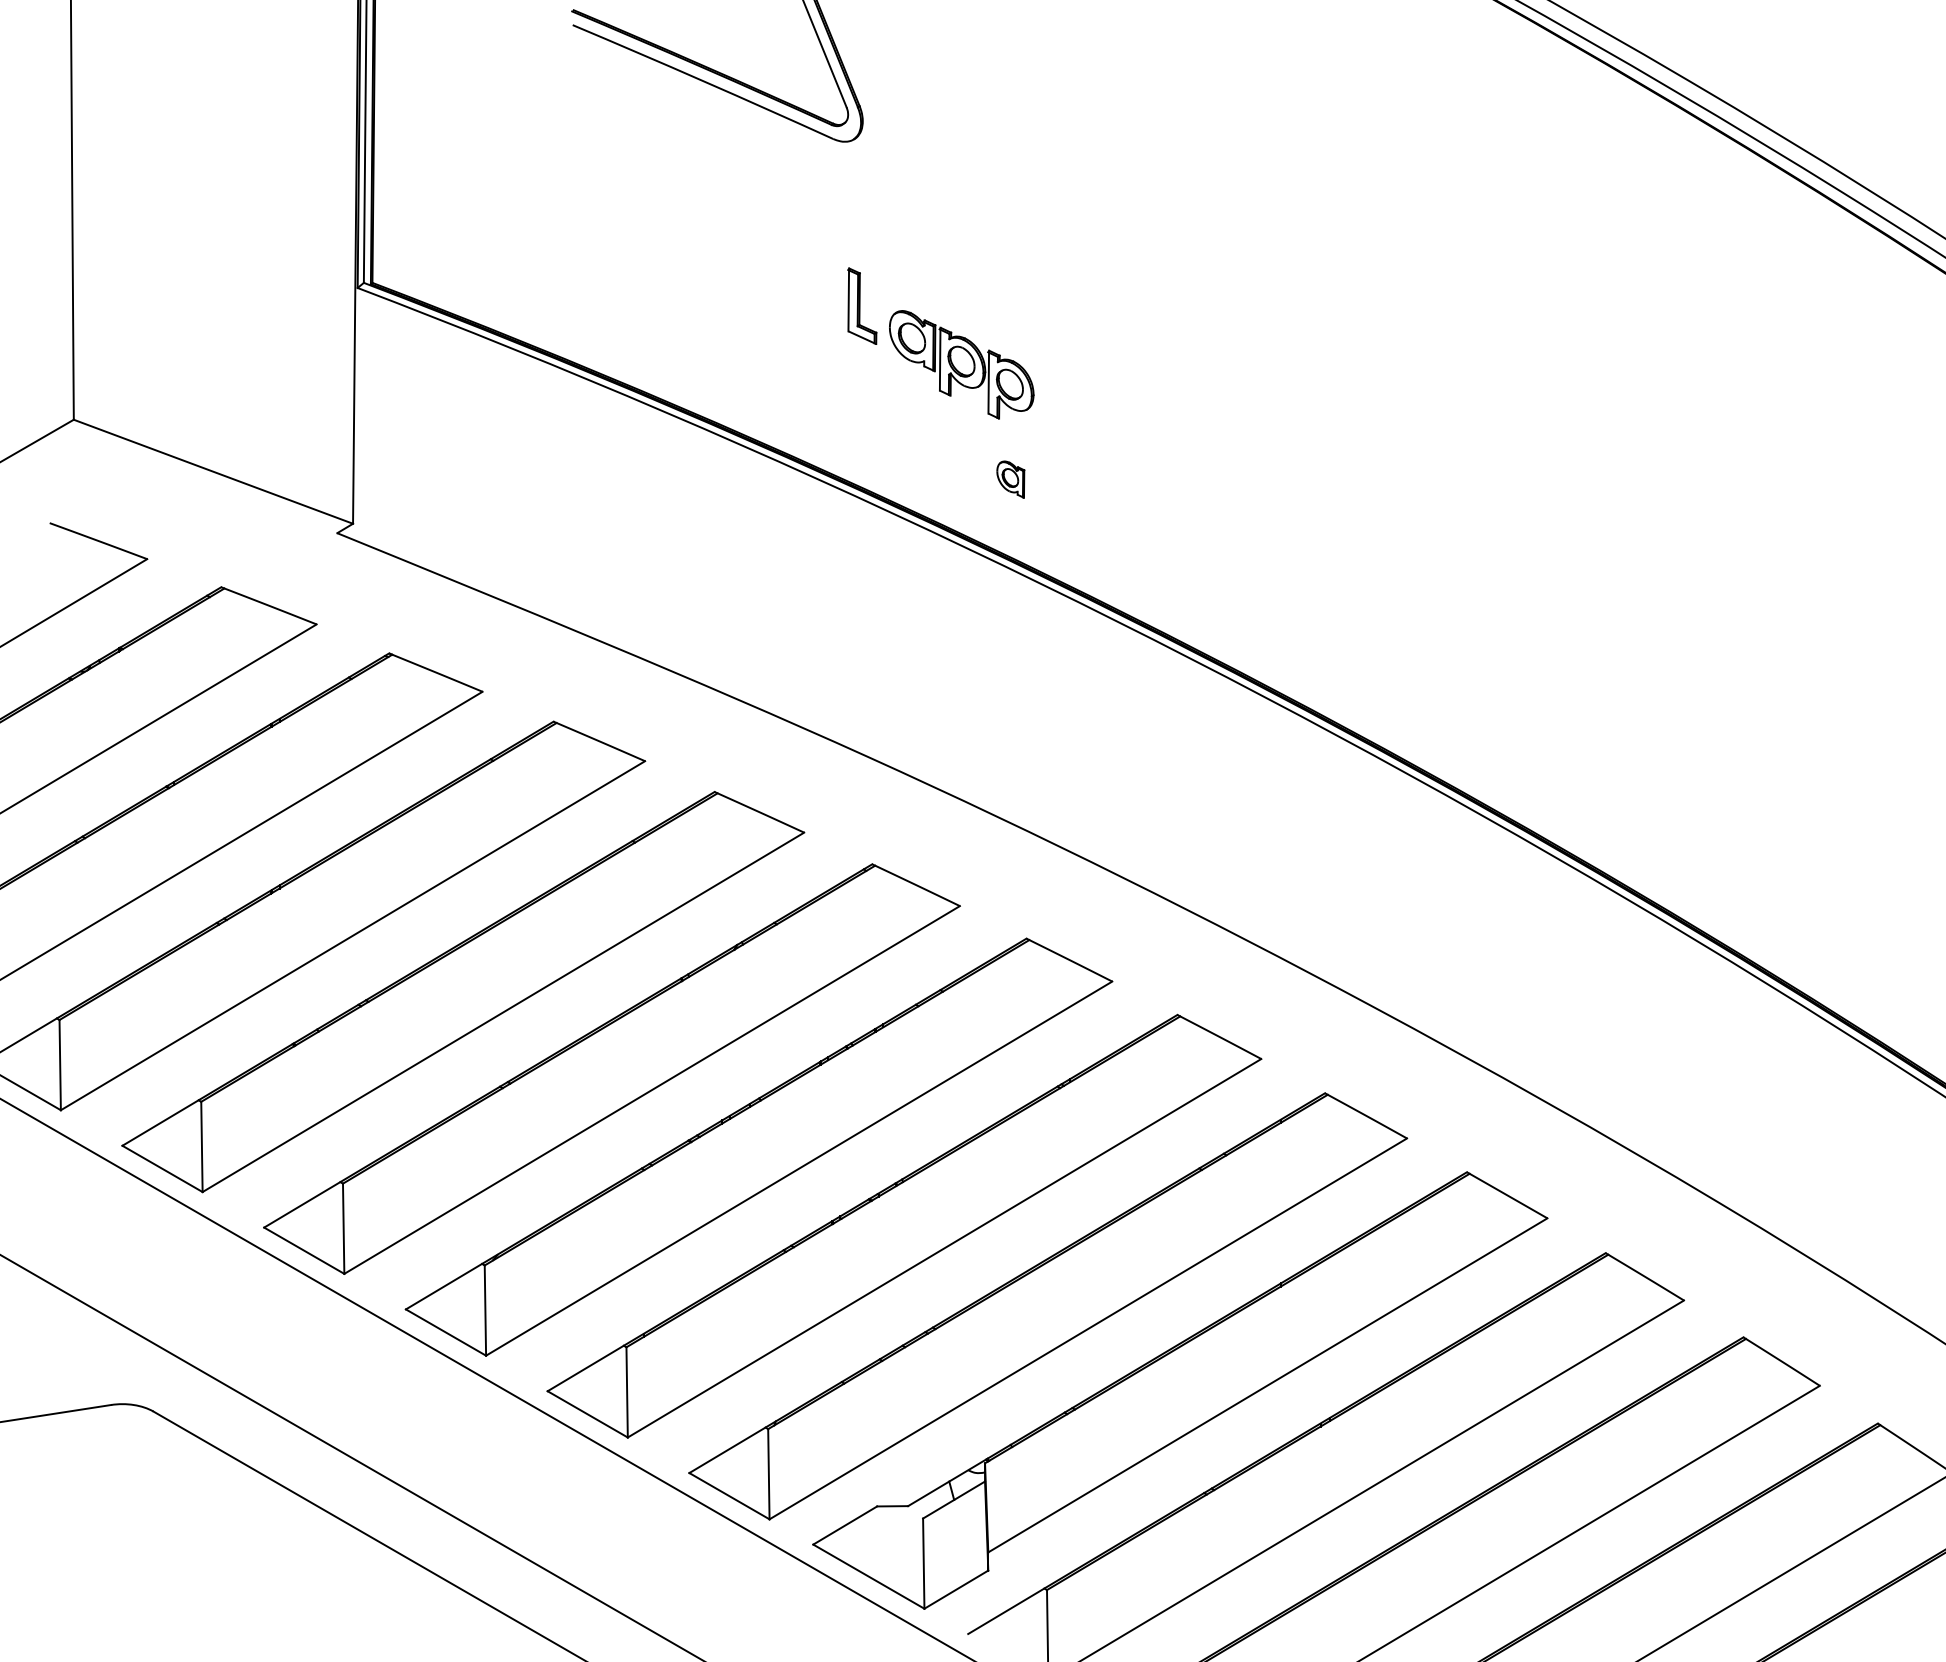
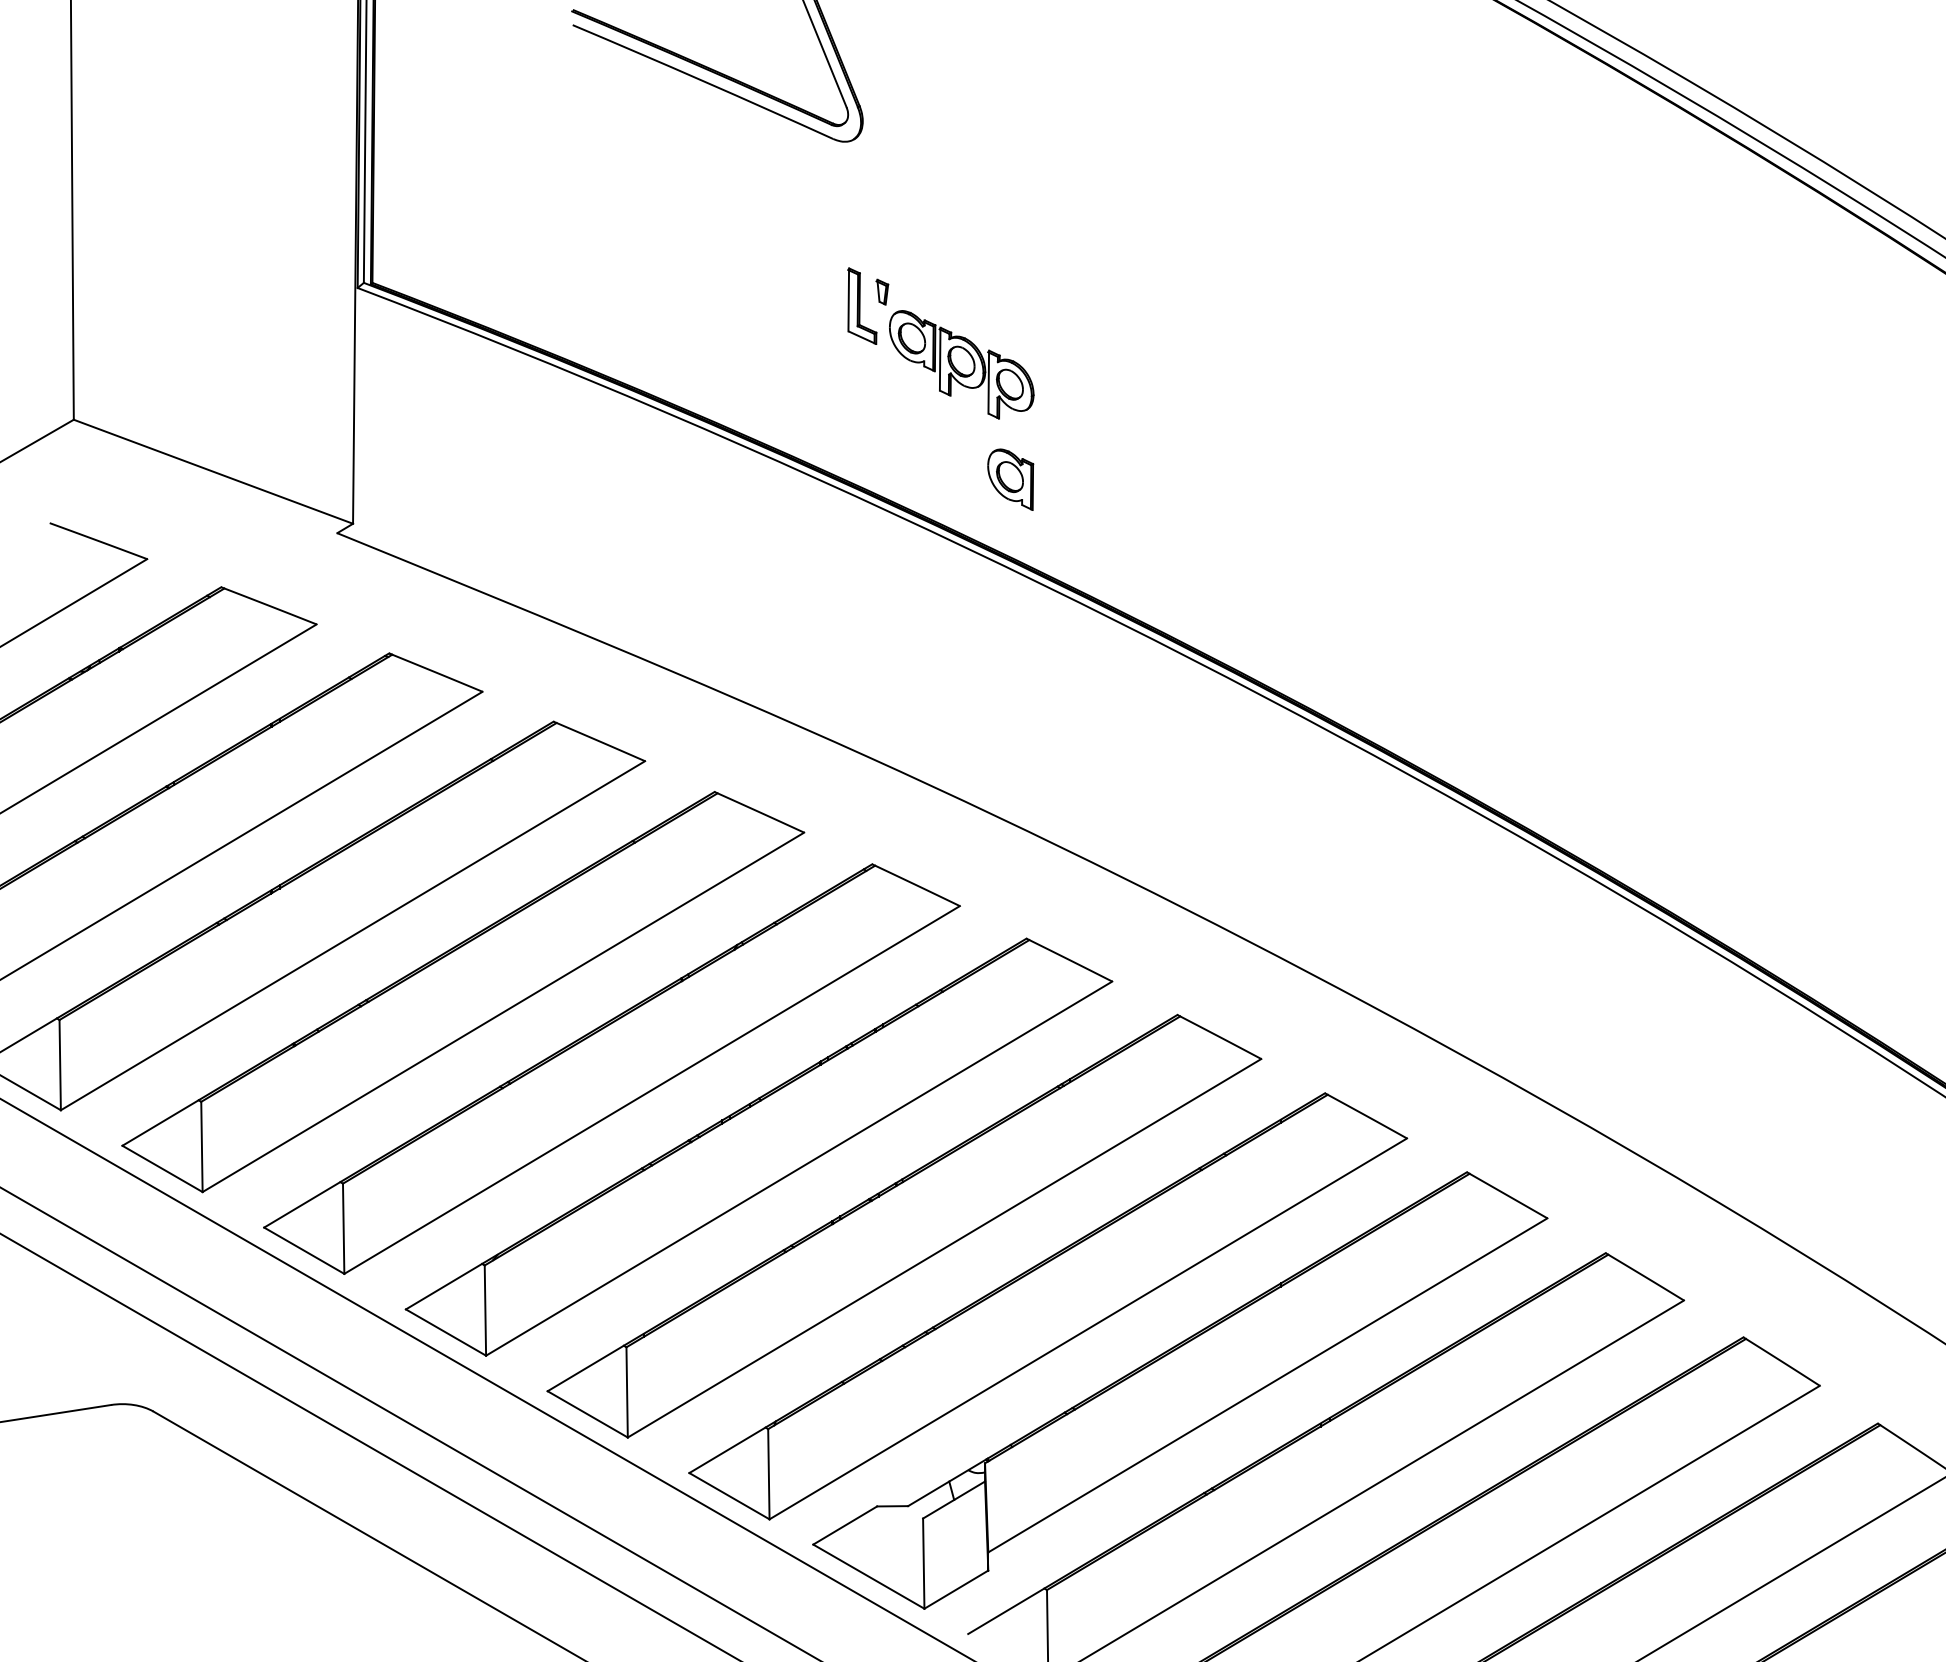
part at (882, 291): none -> present
part at (1010, 479) size: 30x39 px -> 48x63 px
line at (409, 1423): none -> present
line at (351, 1457) position: (351, 1457) -> (369, 1446)
